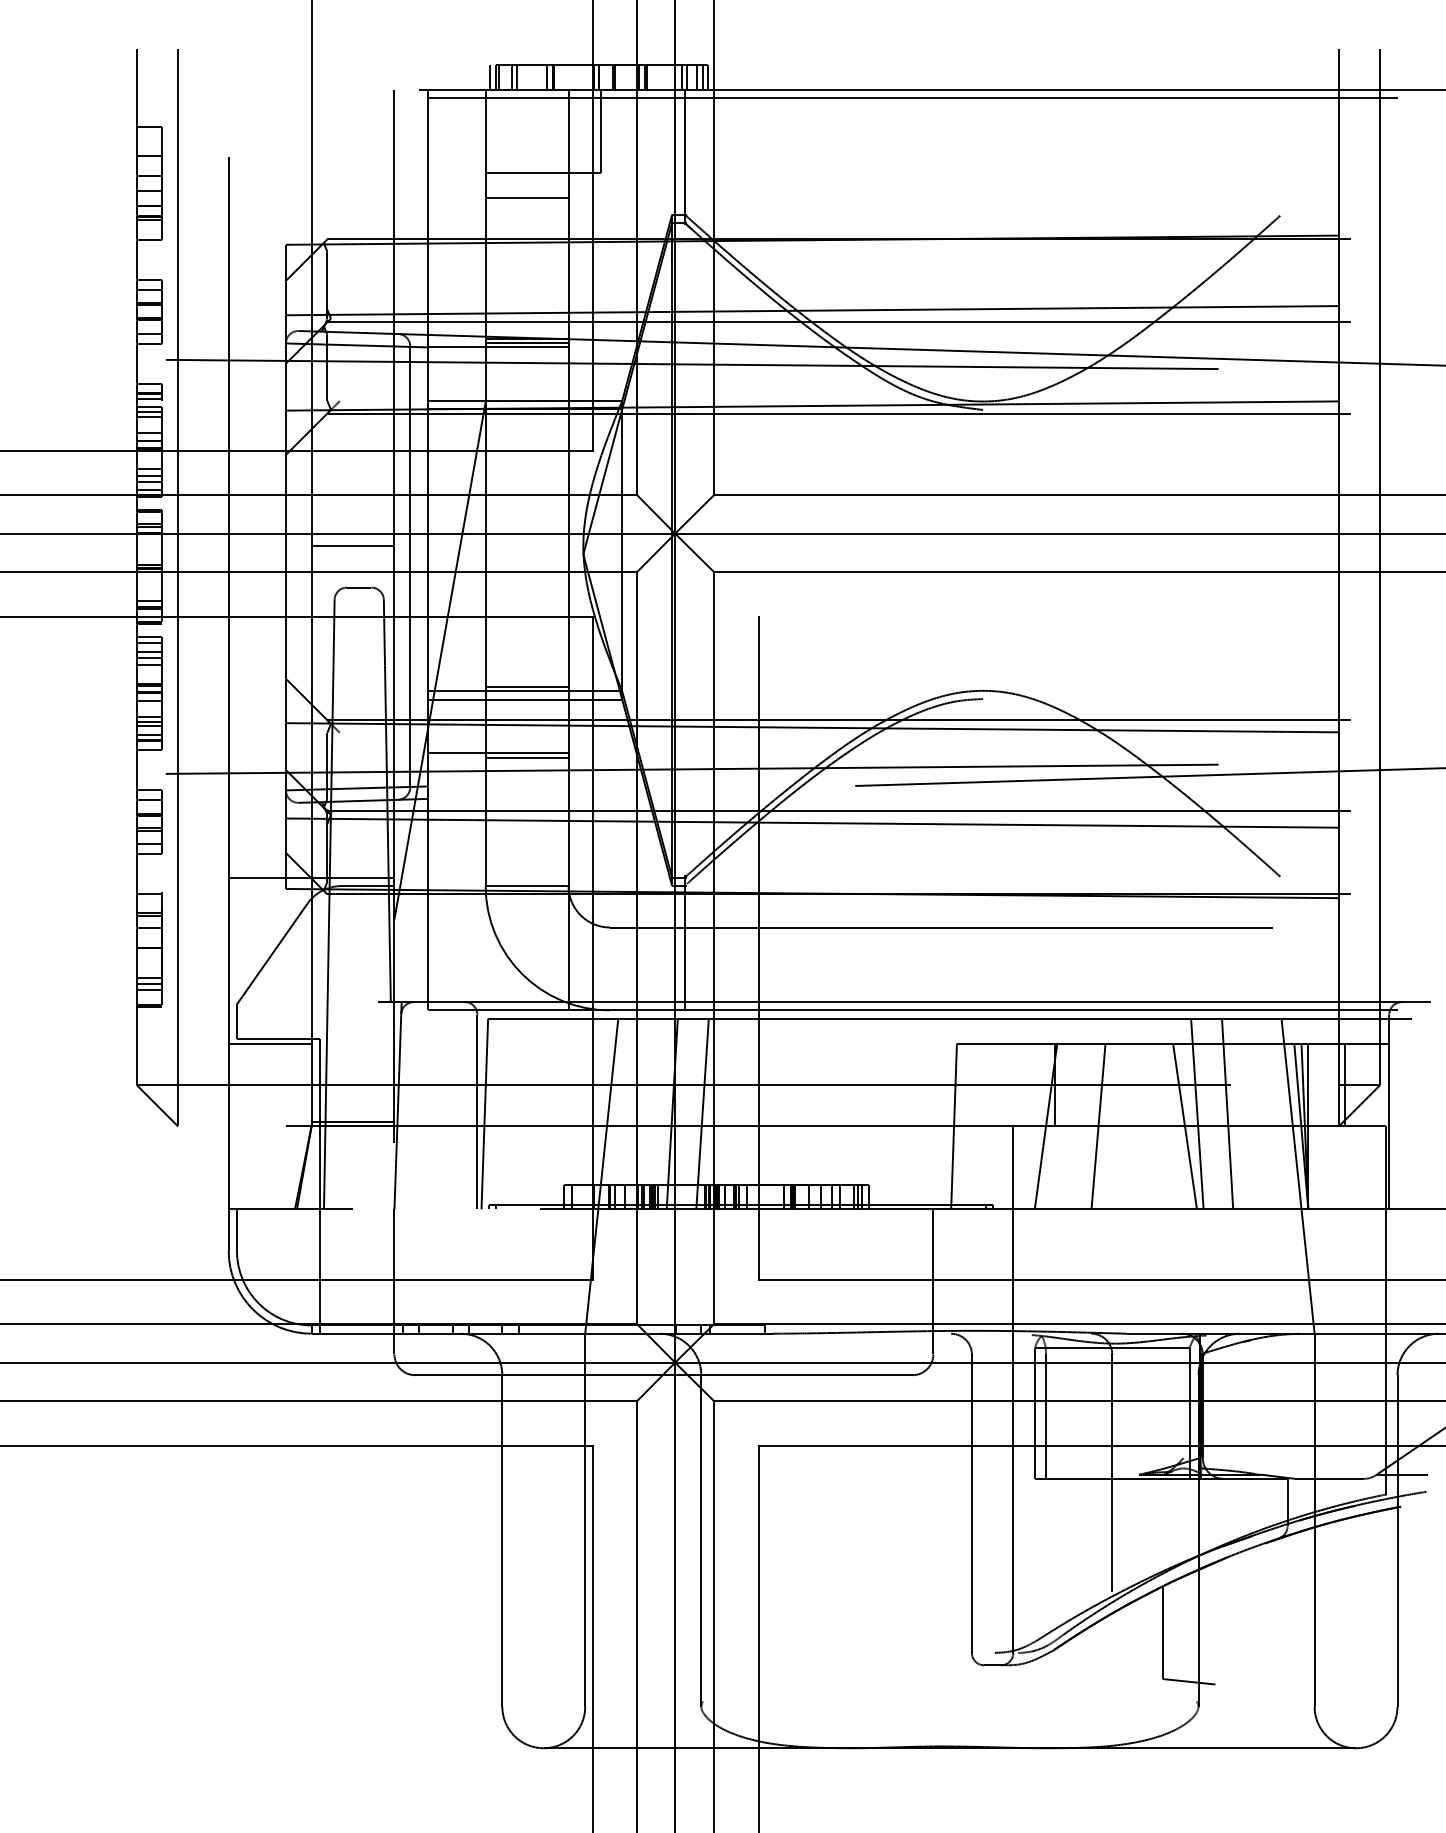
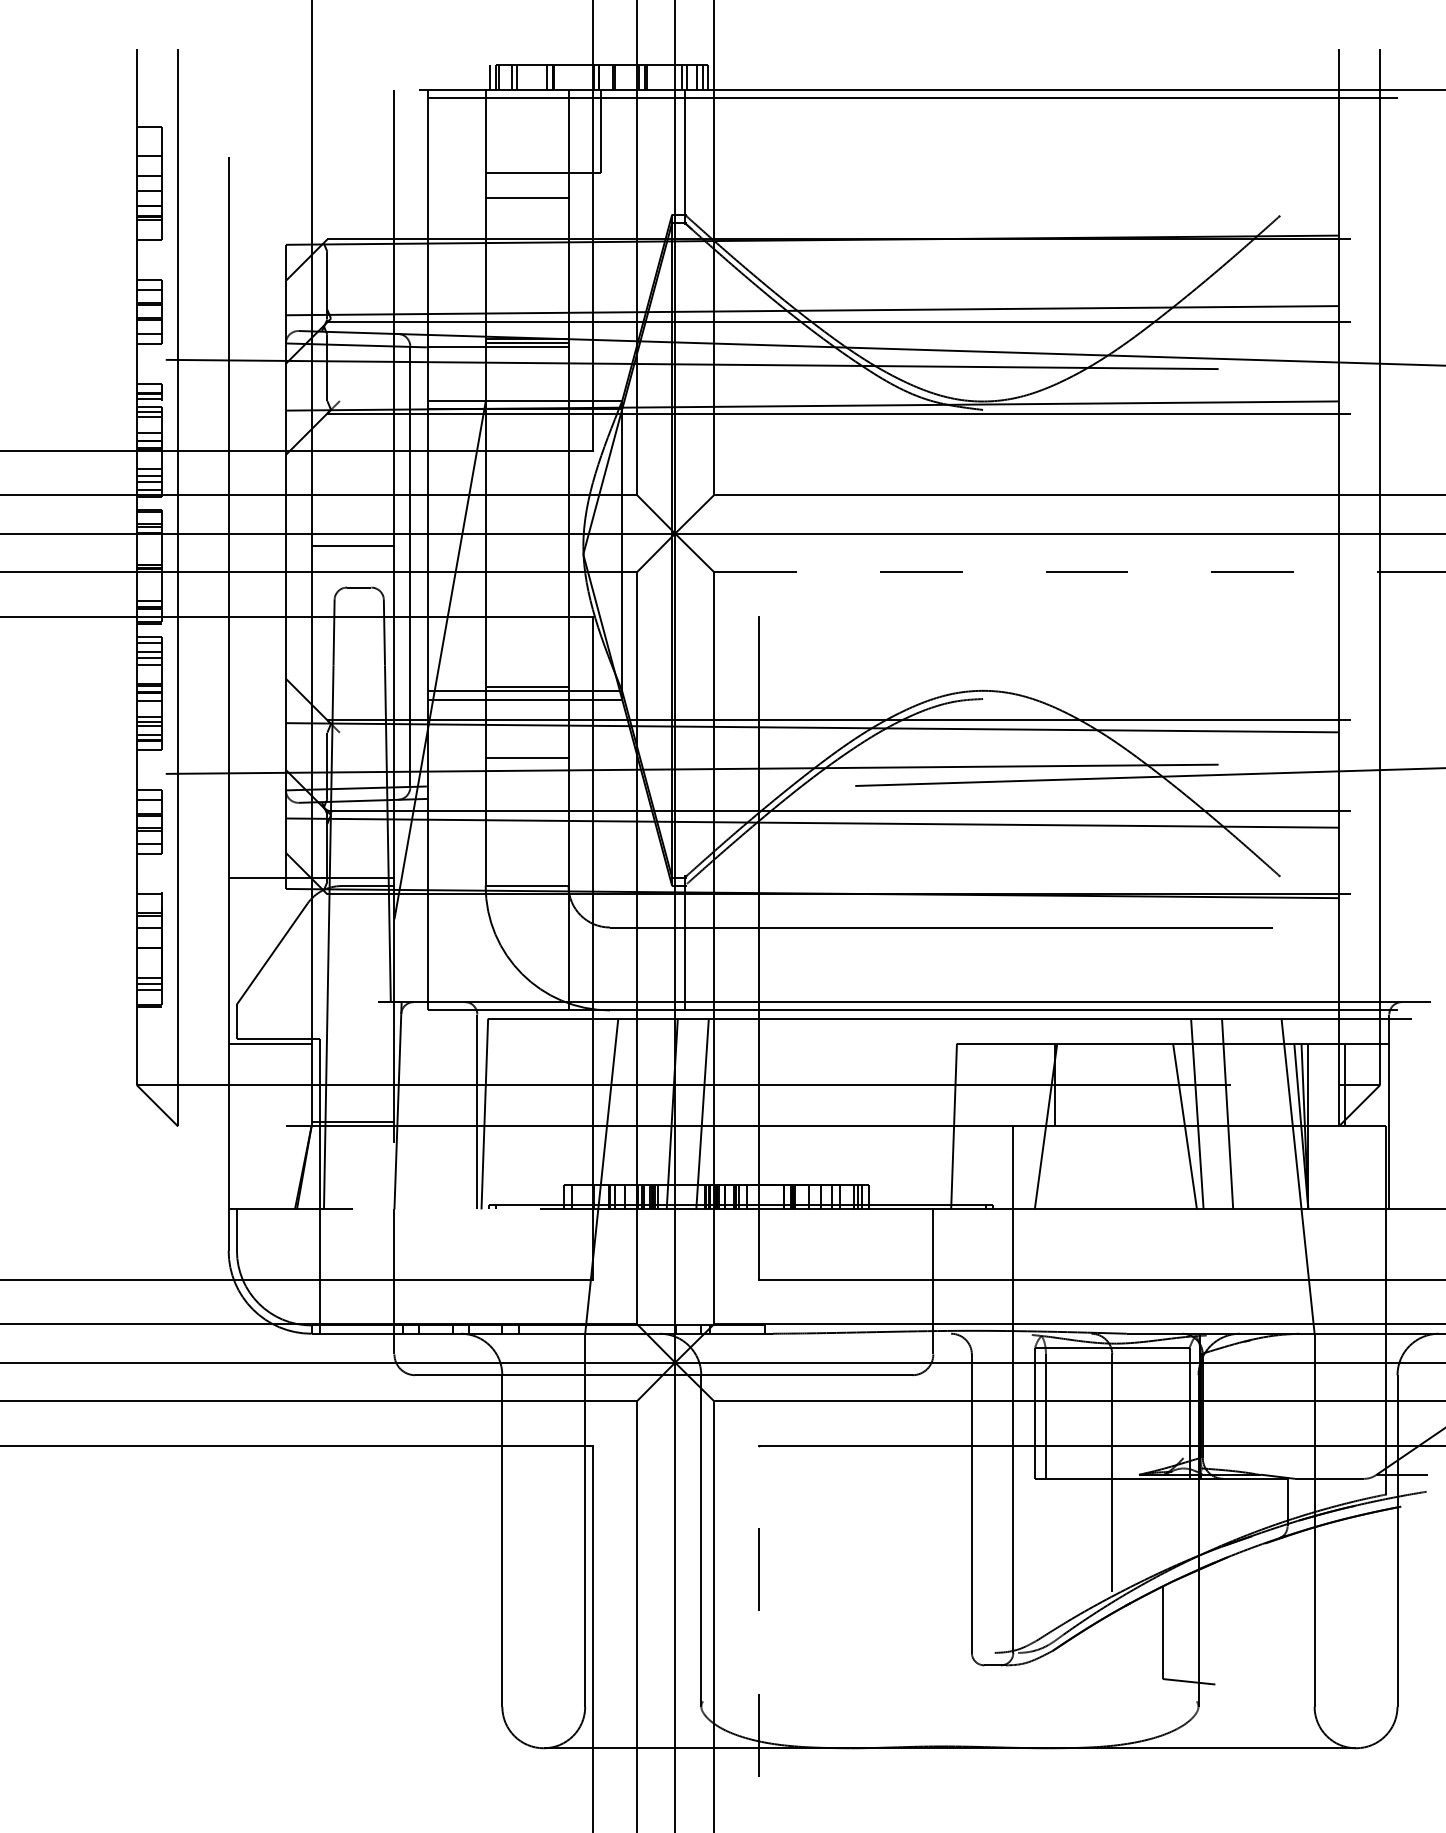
line at (1079, 571): solid -> dashed
line at (497, 753): present -> none
line at (1098, 1126): present -> none
line at (758, 1638): solid -> dashed
